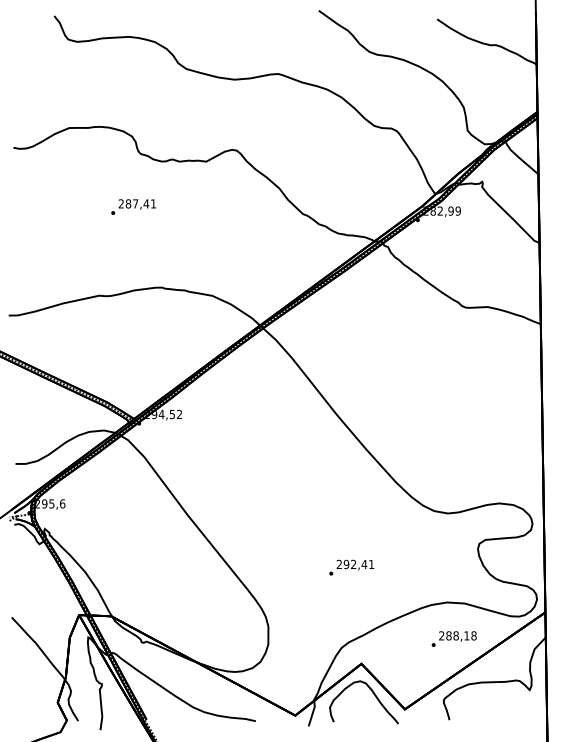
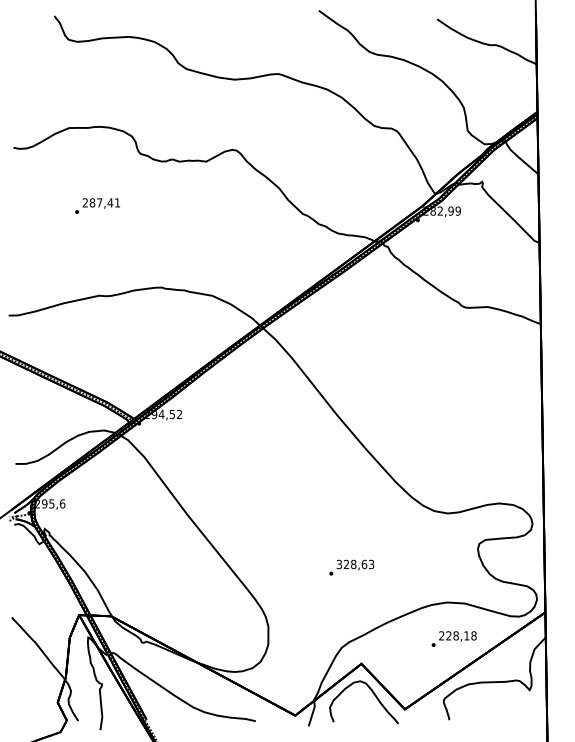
text at (133, 206) position: (133, 206) -> (97, 205)
text at (355, 564): 292,41 -> 328,63
text at (448, 635): 288,18 -> 228,18
